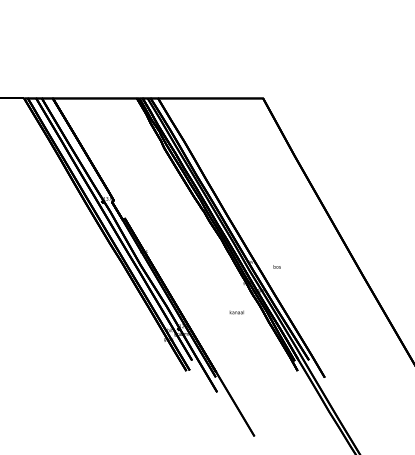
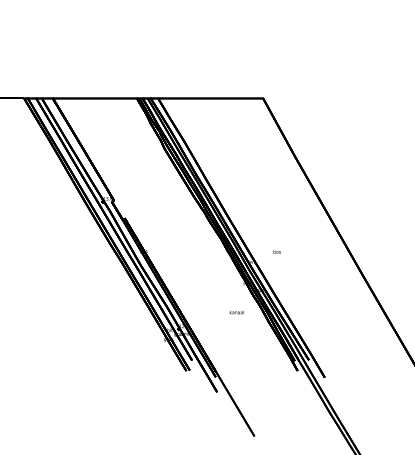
text at (276, 266) position: (276, 266) -> (276, 251)
